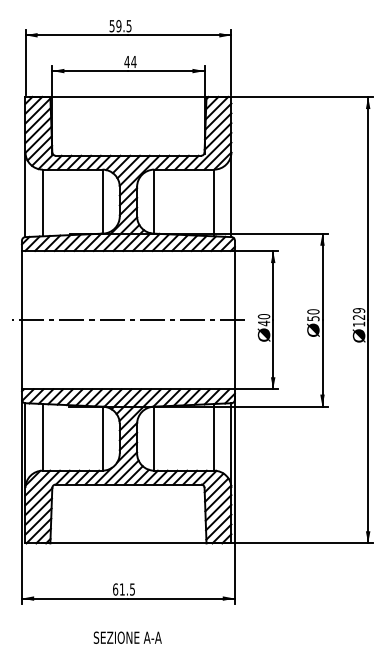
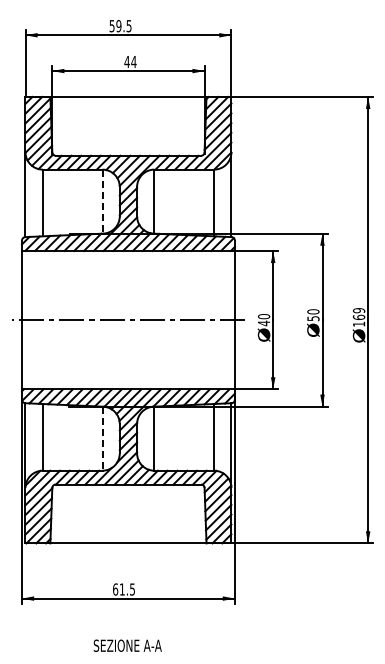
line at (102, 202): solid -> dashed
text at (358, 316): 129 -> 169
line at (102, 439): solid -> dashed
text at (127, 637) position: (127, 637) -> (127, 645)
